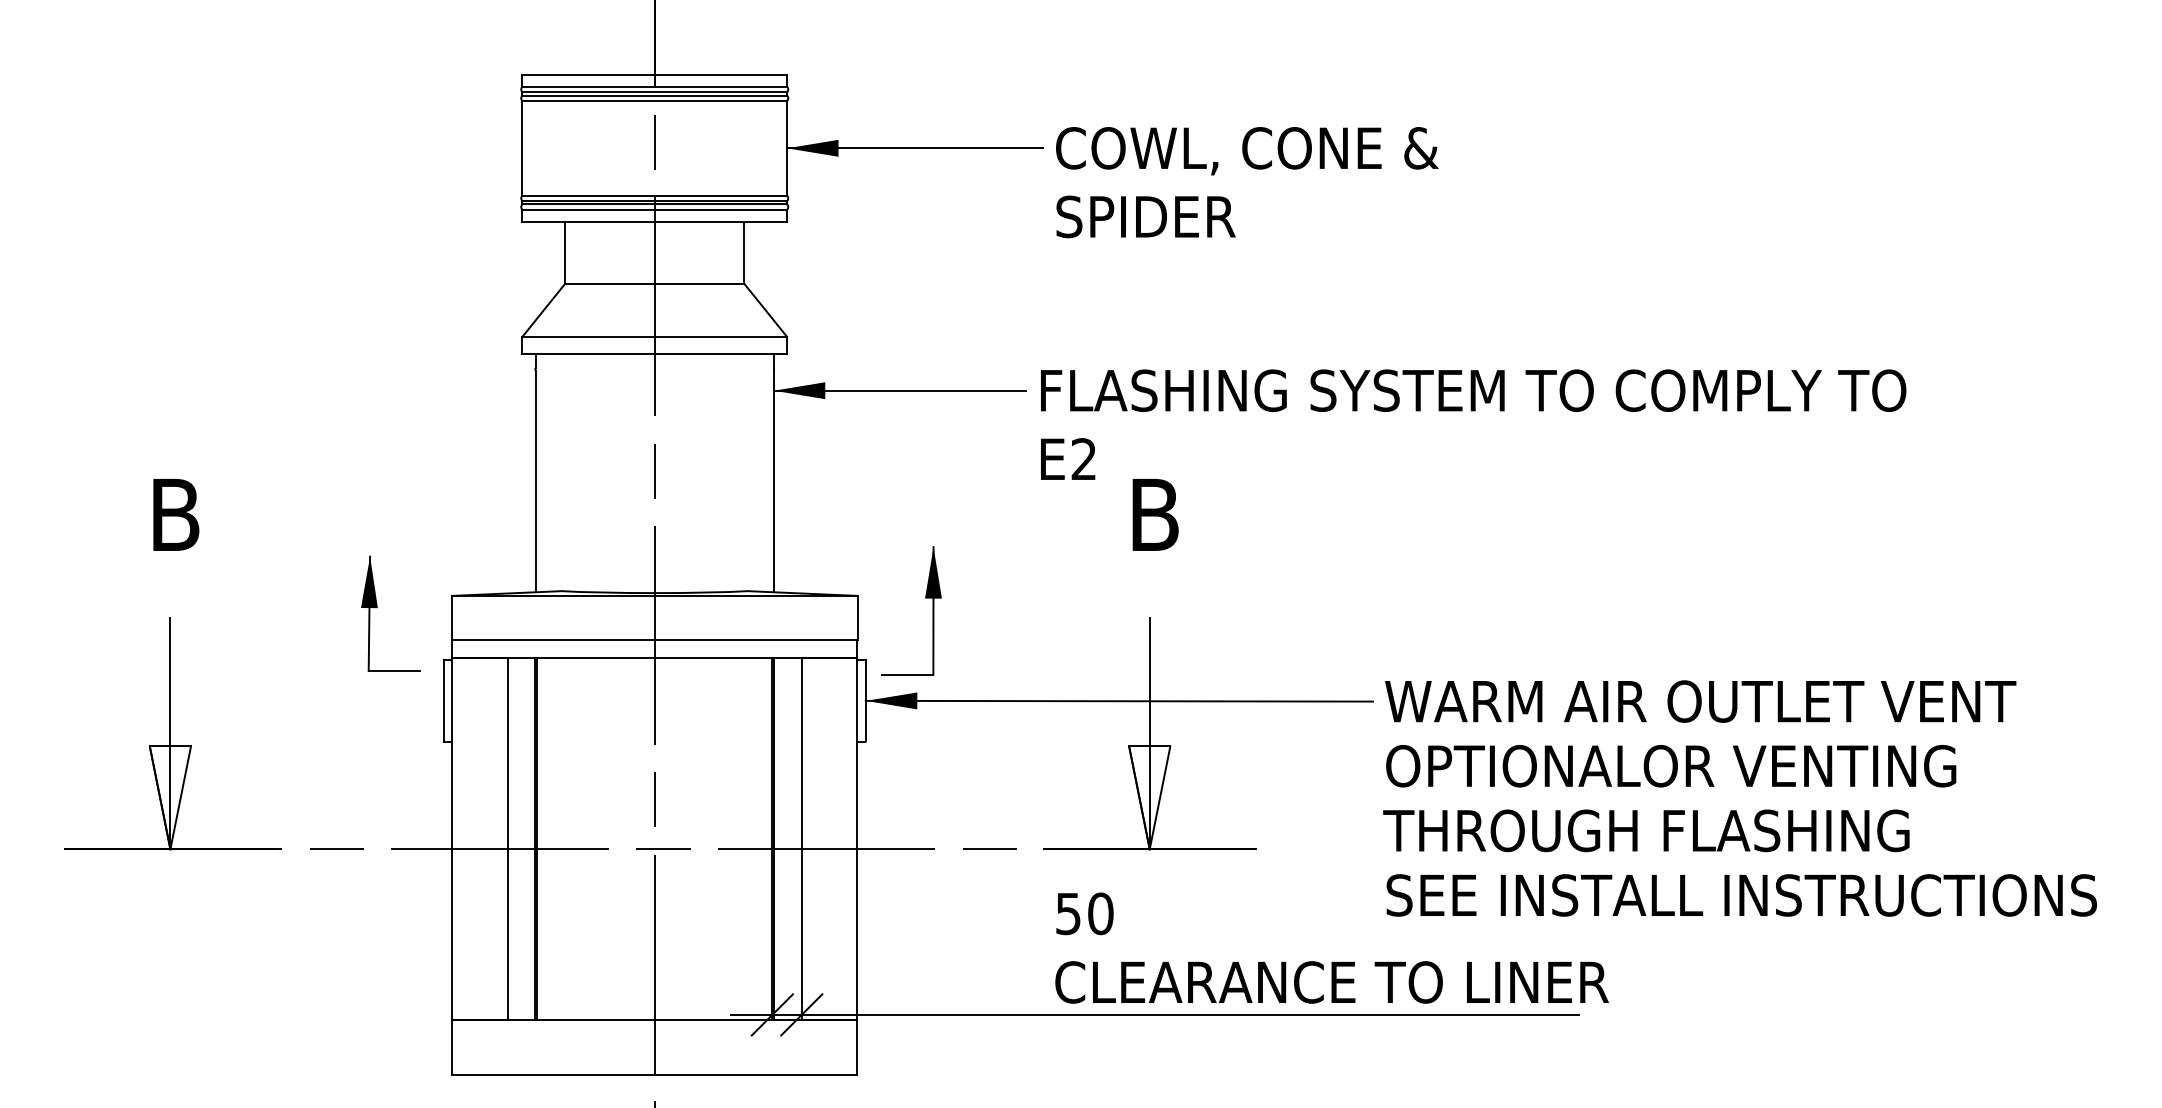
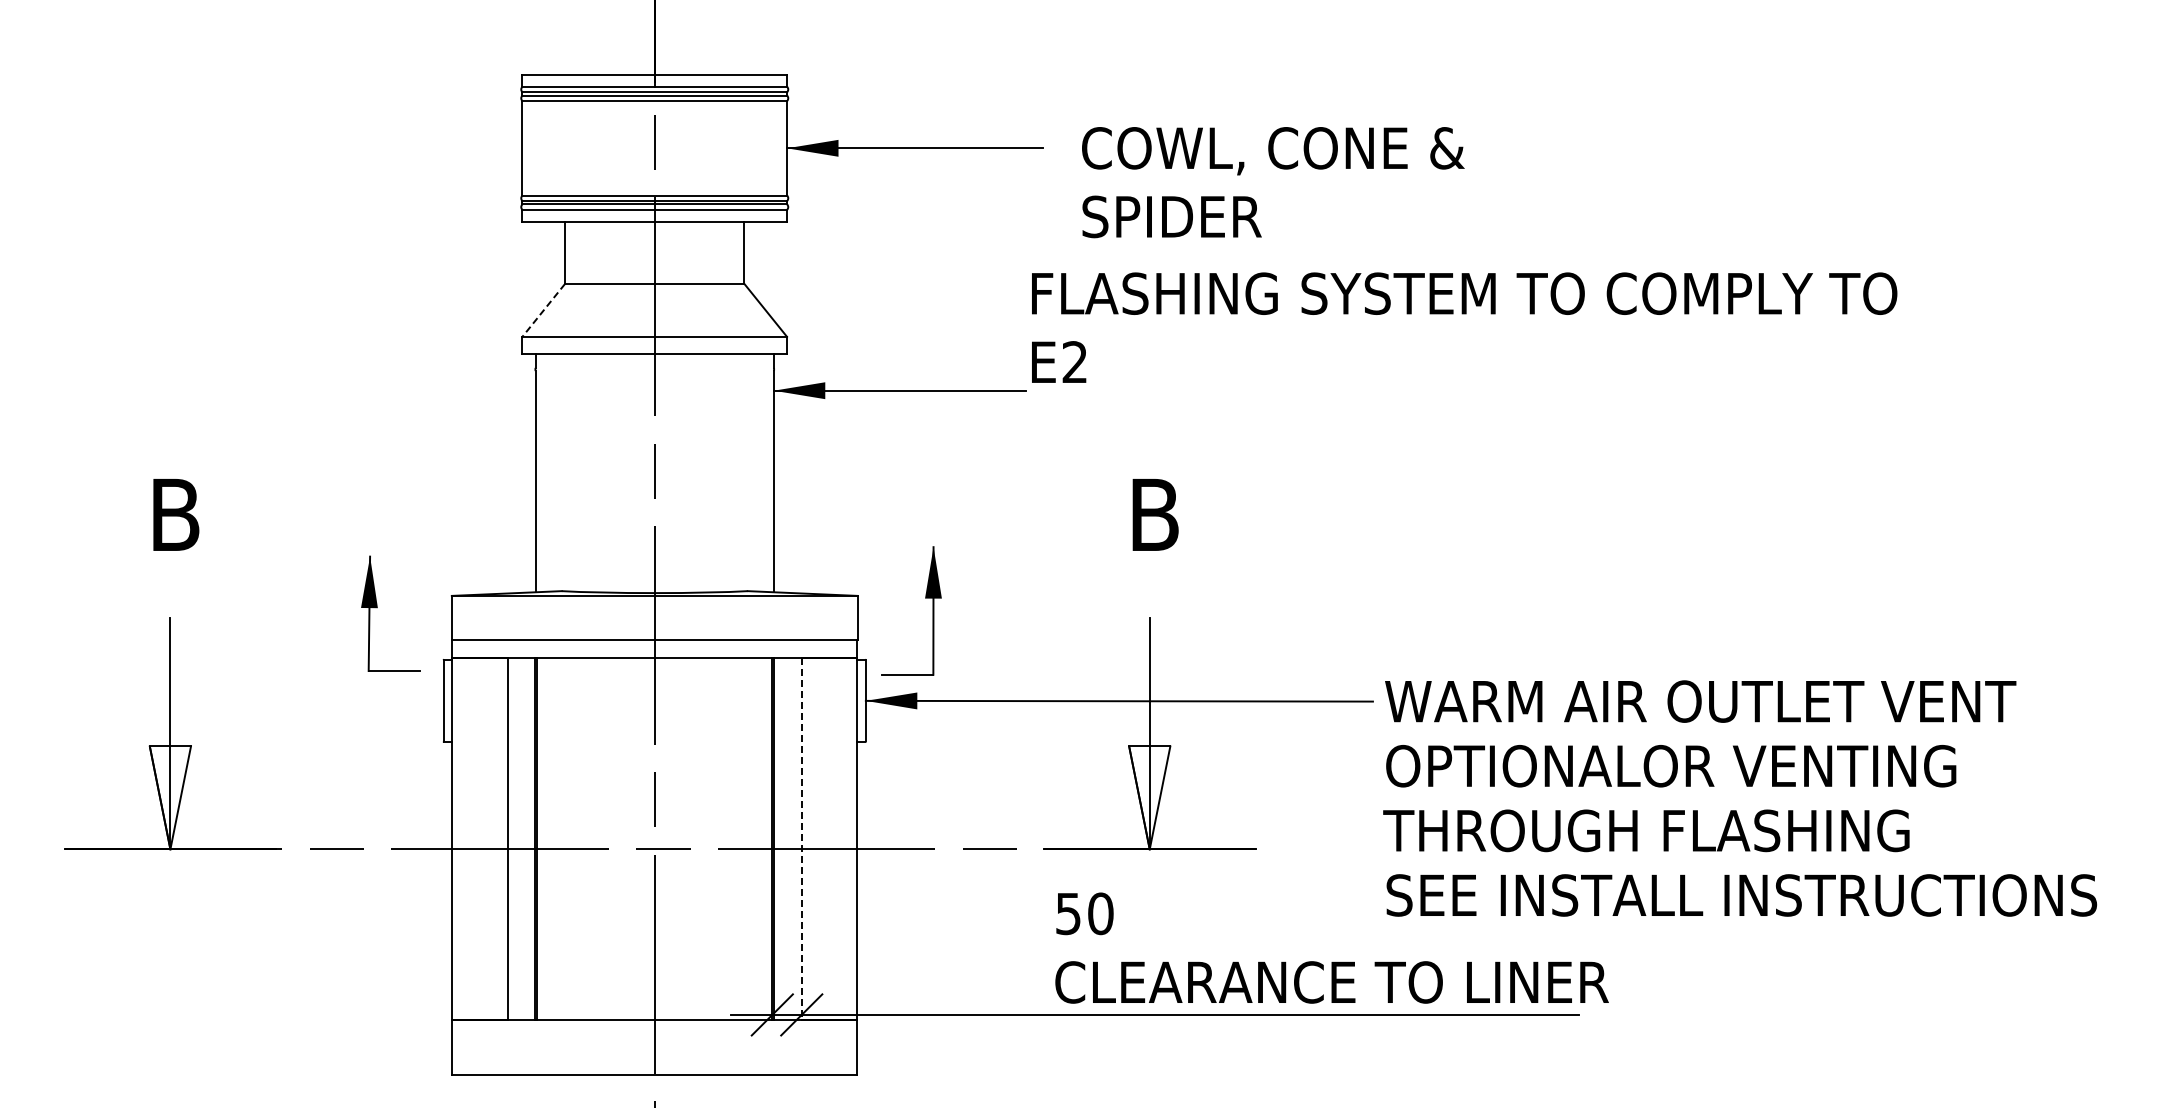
text at (1247, 182) position: (1247, 182) -> (1273, 182)
line at (543, 310): solid -> dashed
text at (1473, 424) position: (1473, 424) -> (1464, 327)
line at (801, 838): solid -> dashed
